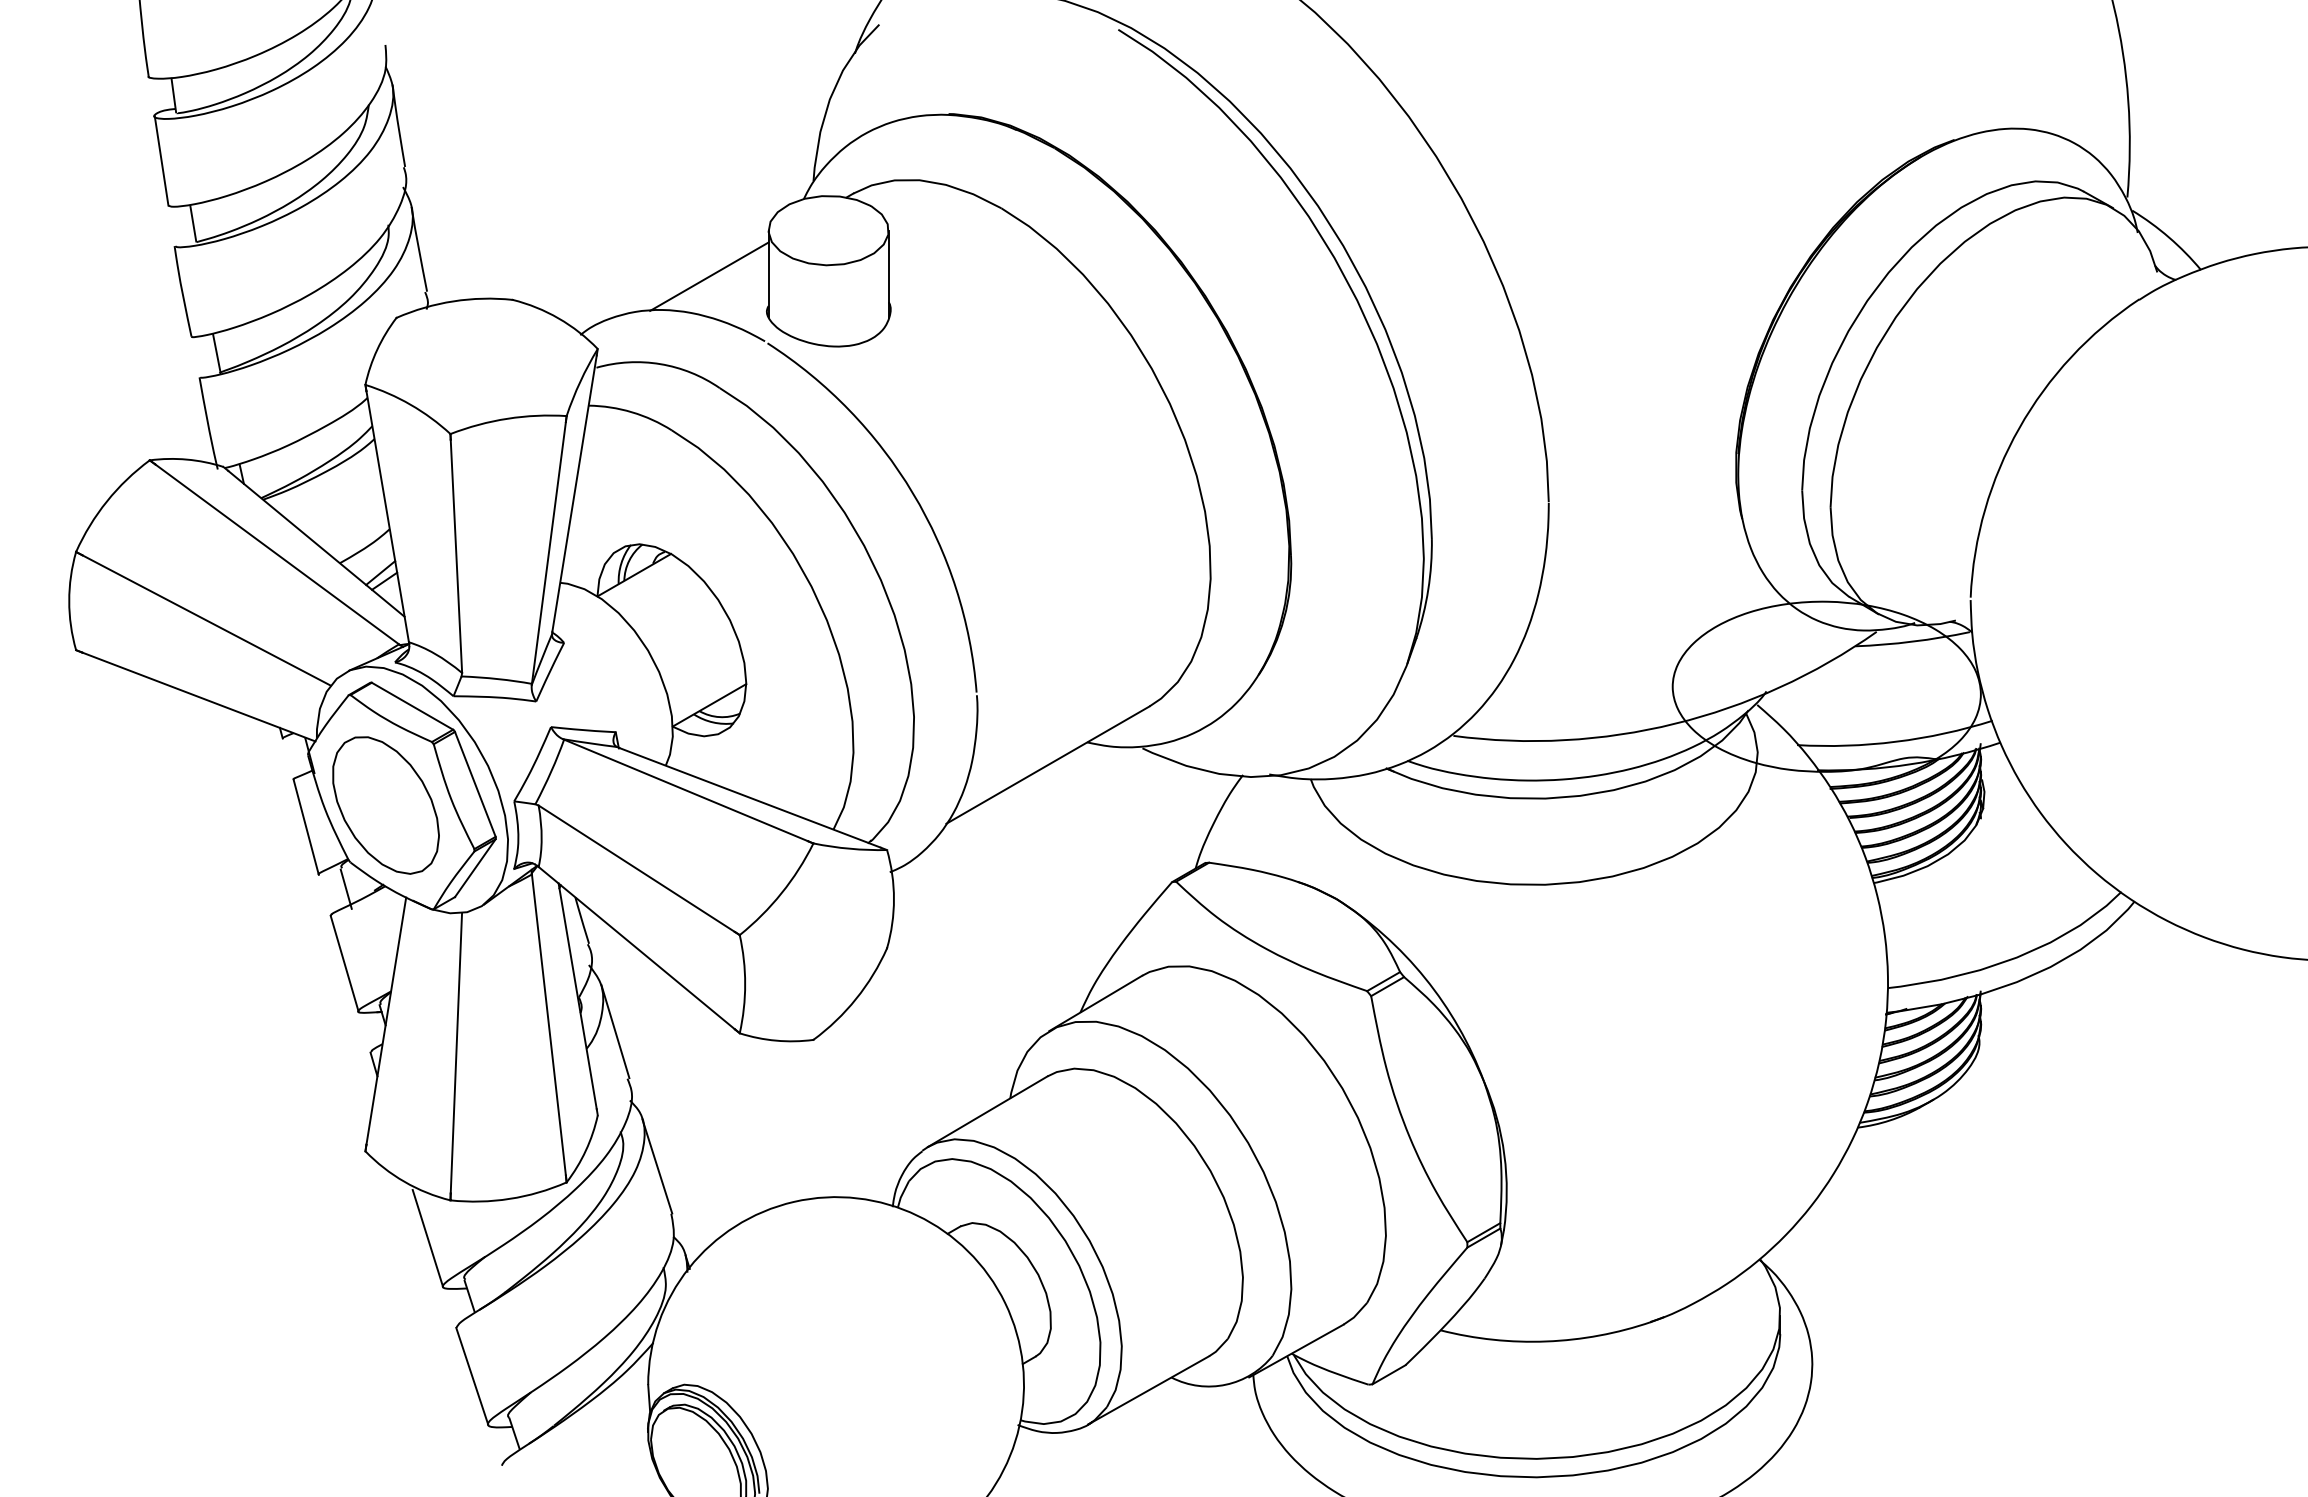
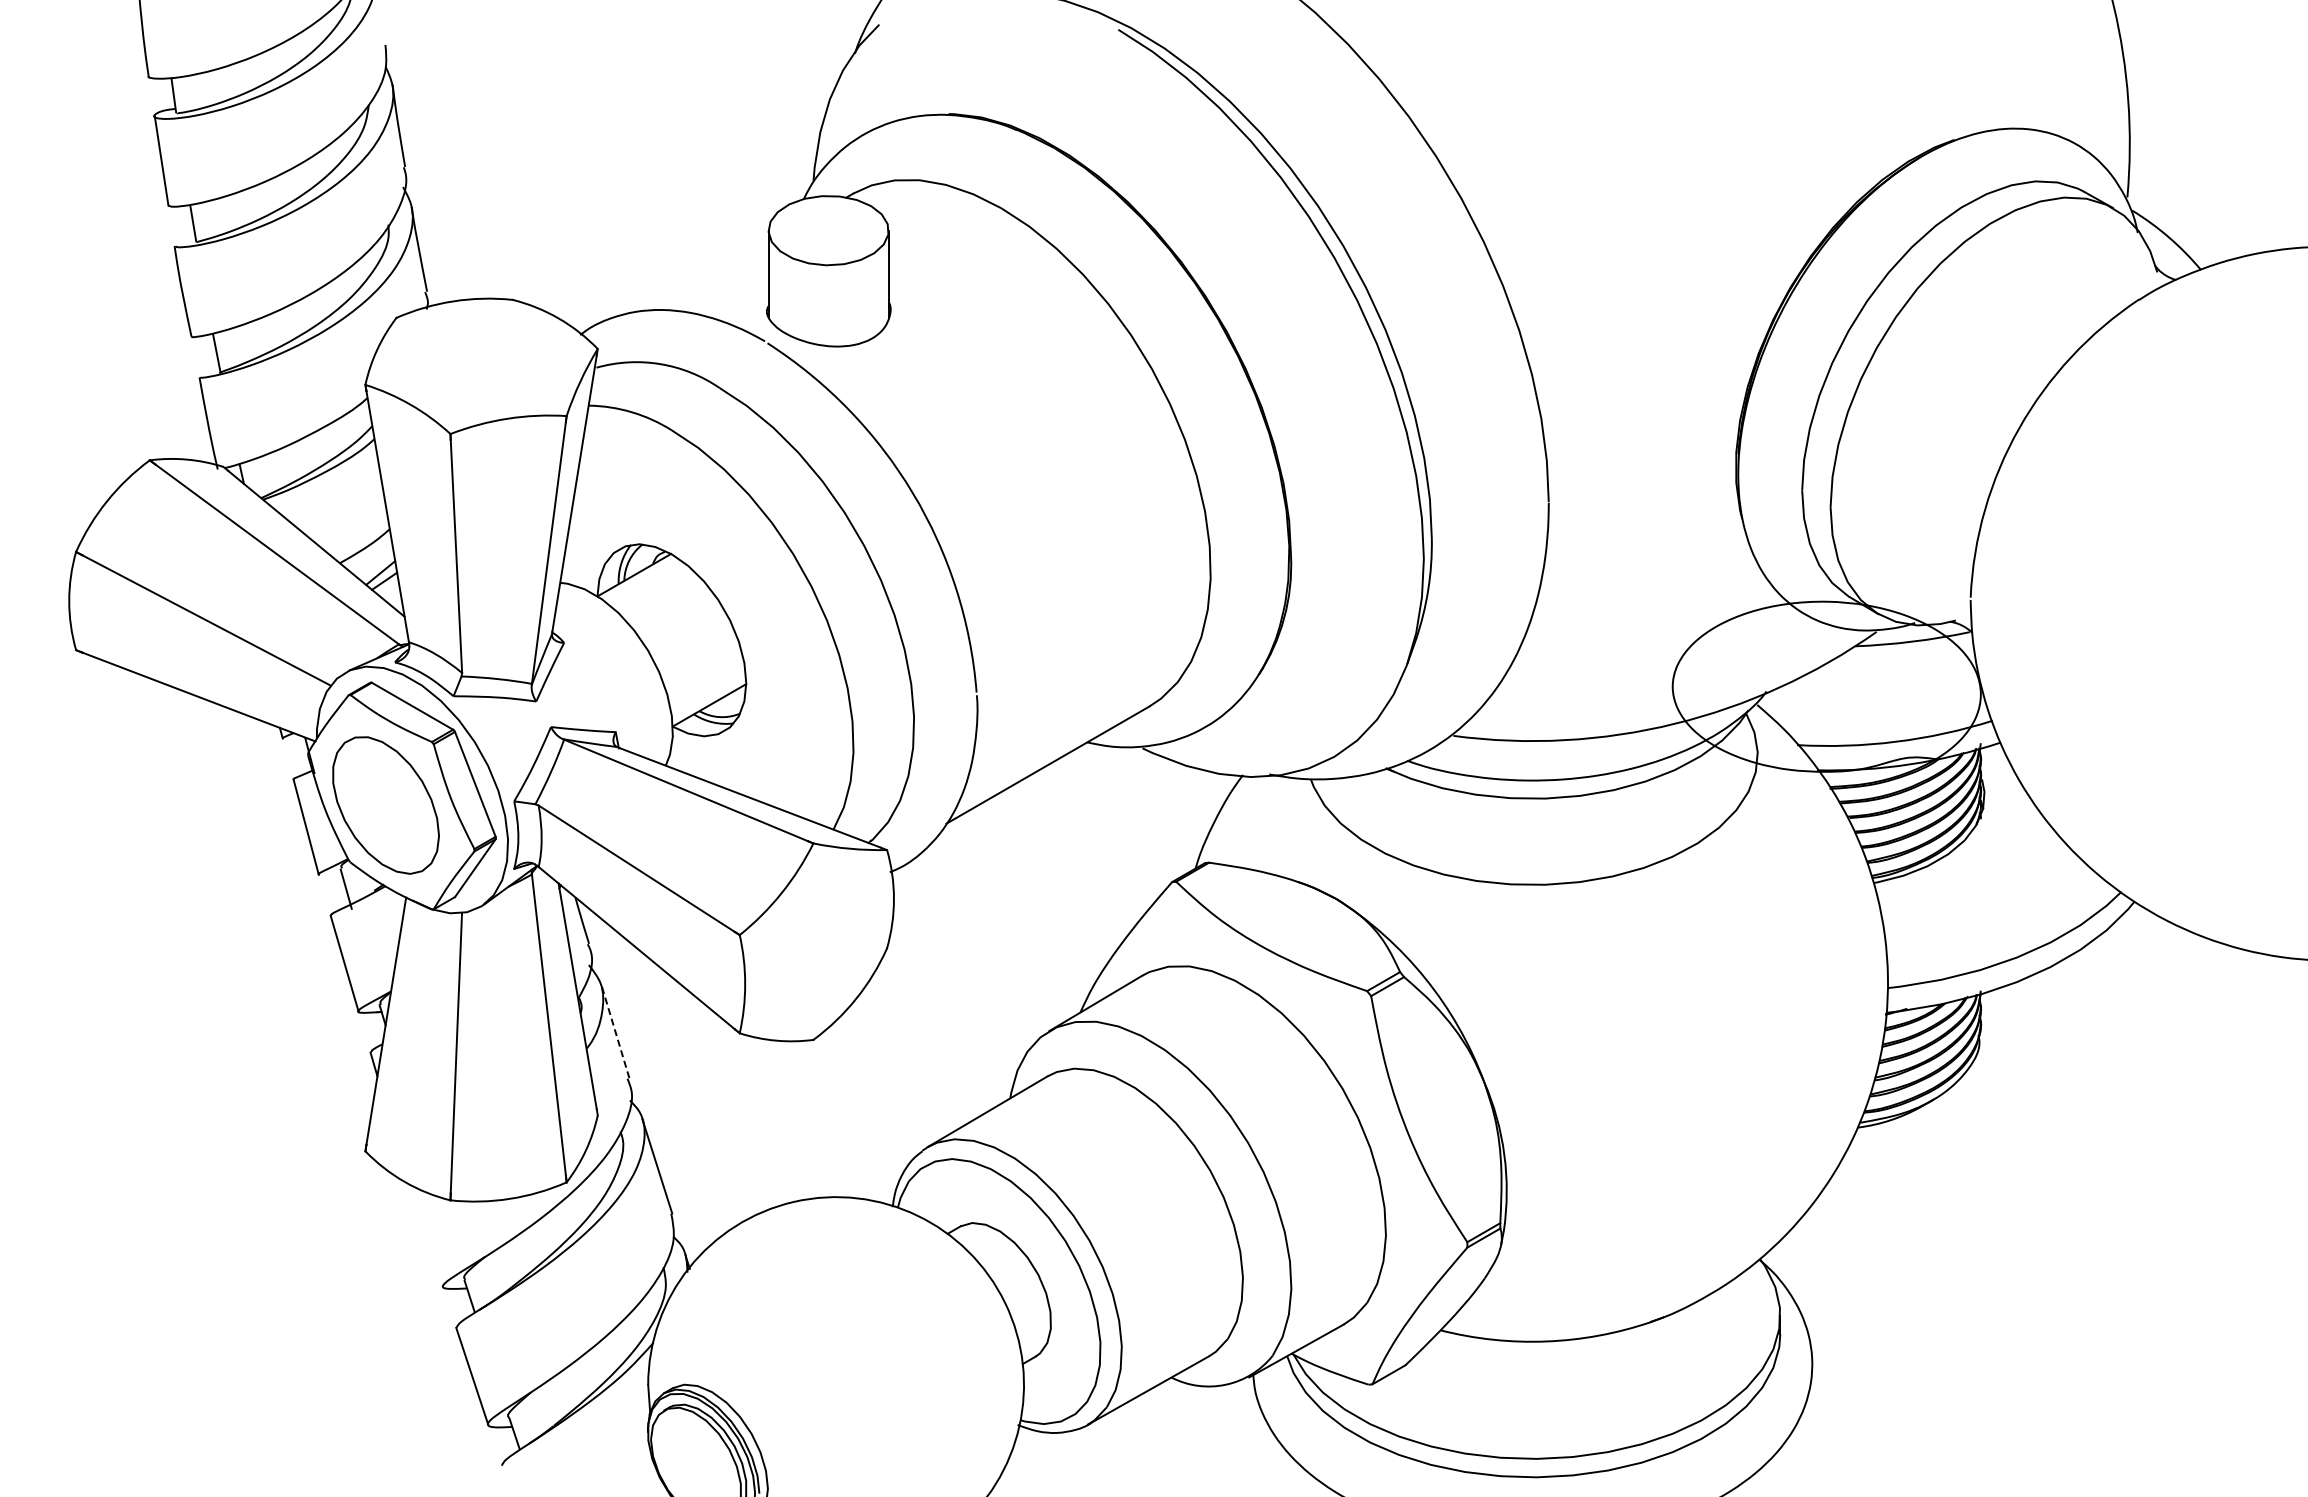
line at (709, 276): present -> none
line at (615, 1031): solid -> dashed
line at (427, 1237): present -> none
